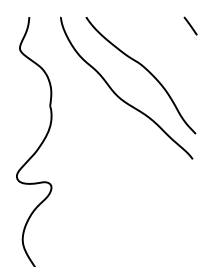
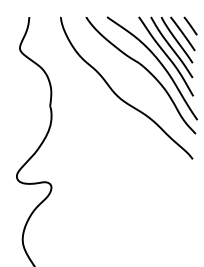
part at (159, 63): none -> present
